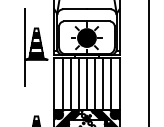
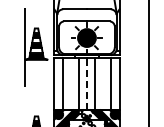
line at (70, 83): present -> none
line at (87, 83): solid -> dashed
line at (103, 83): present -> none
